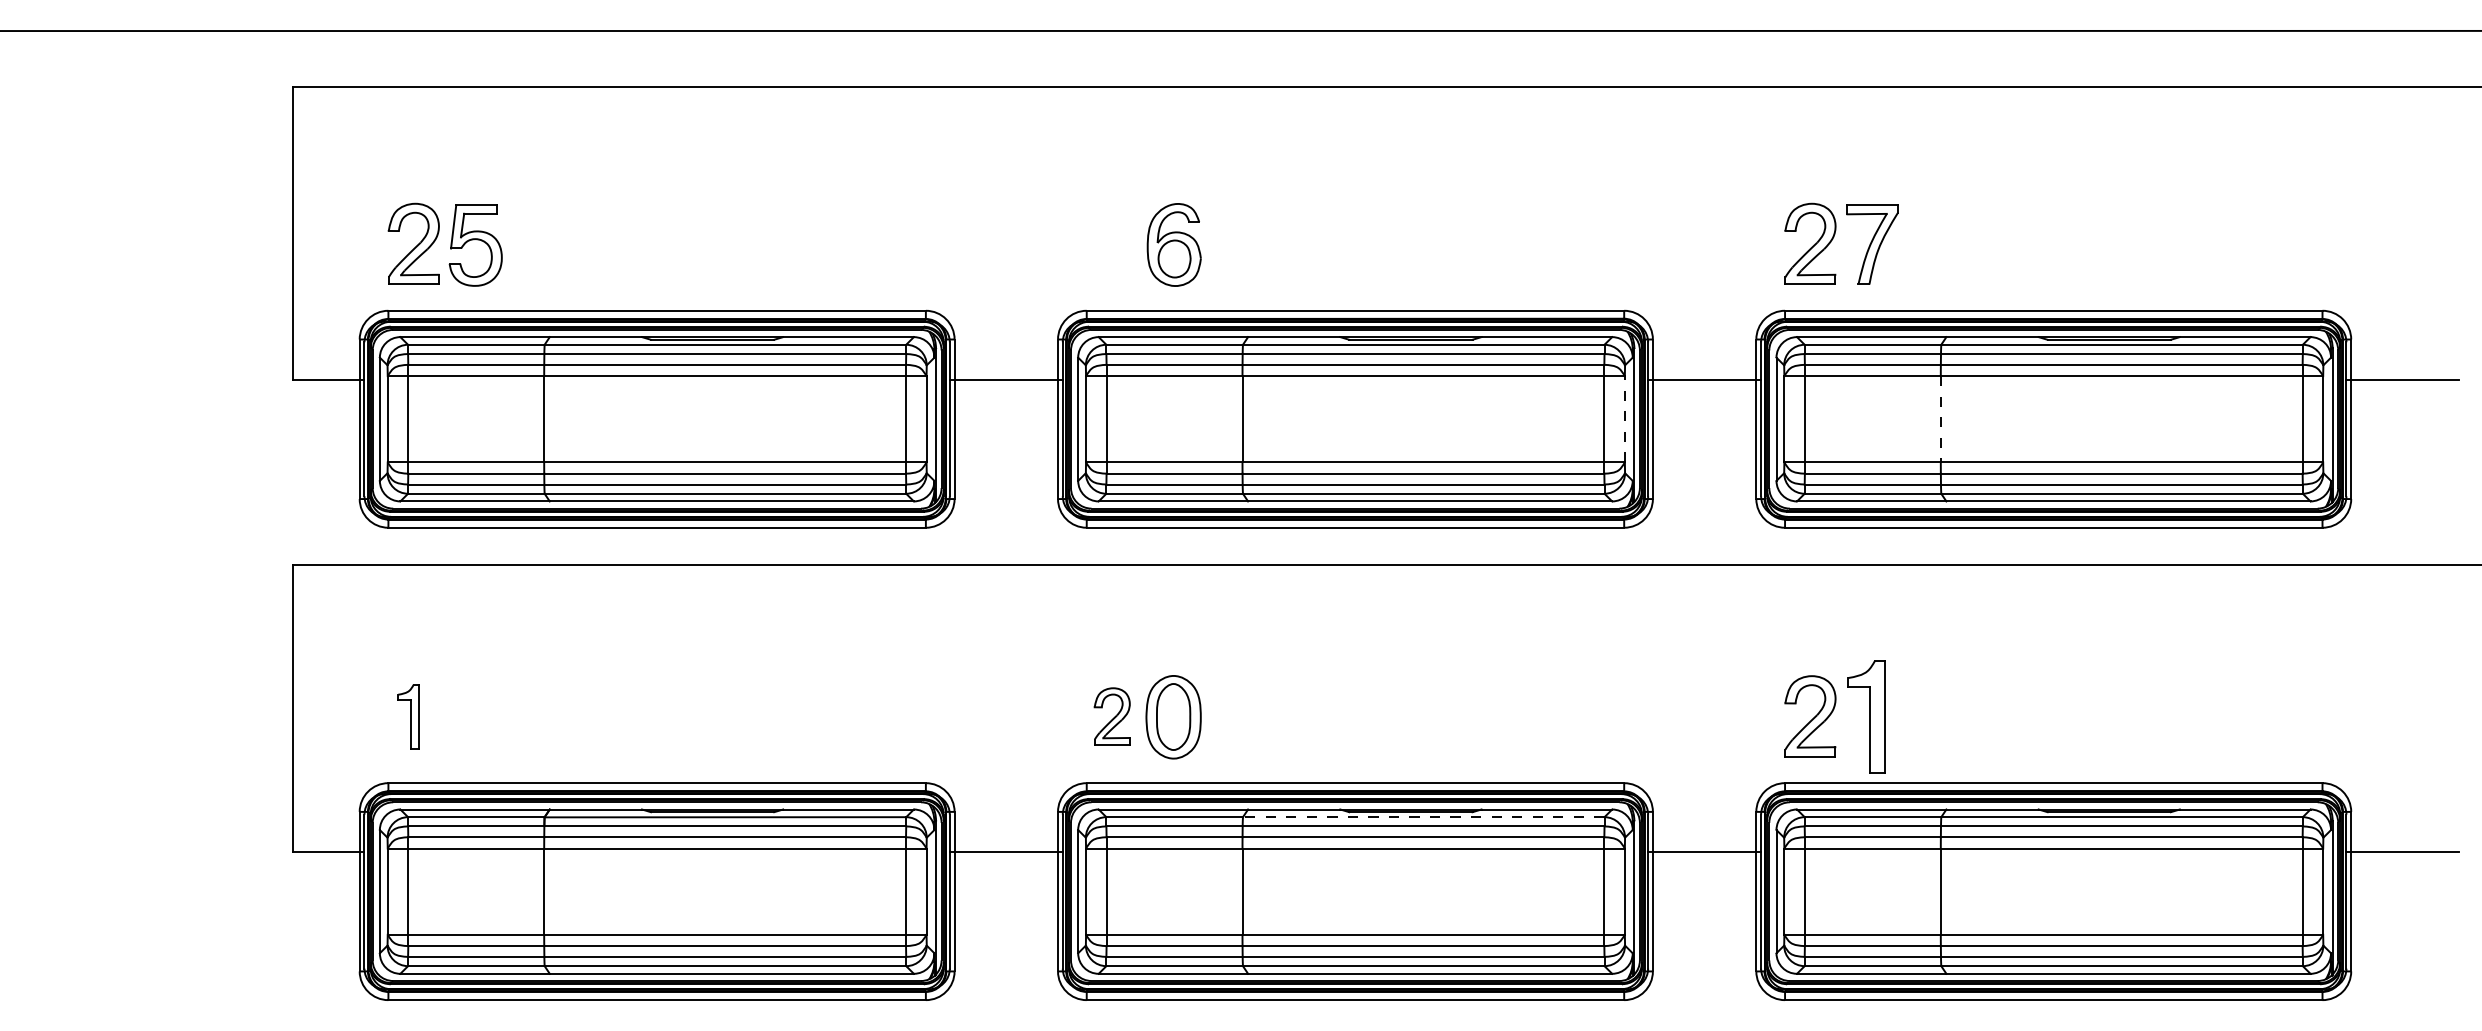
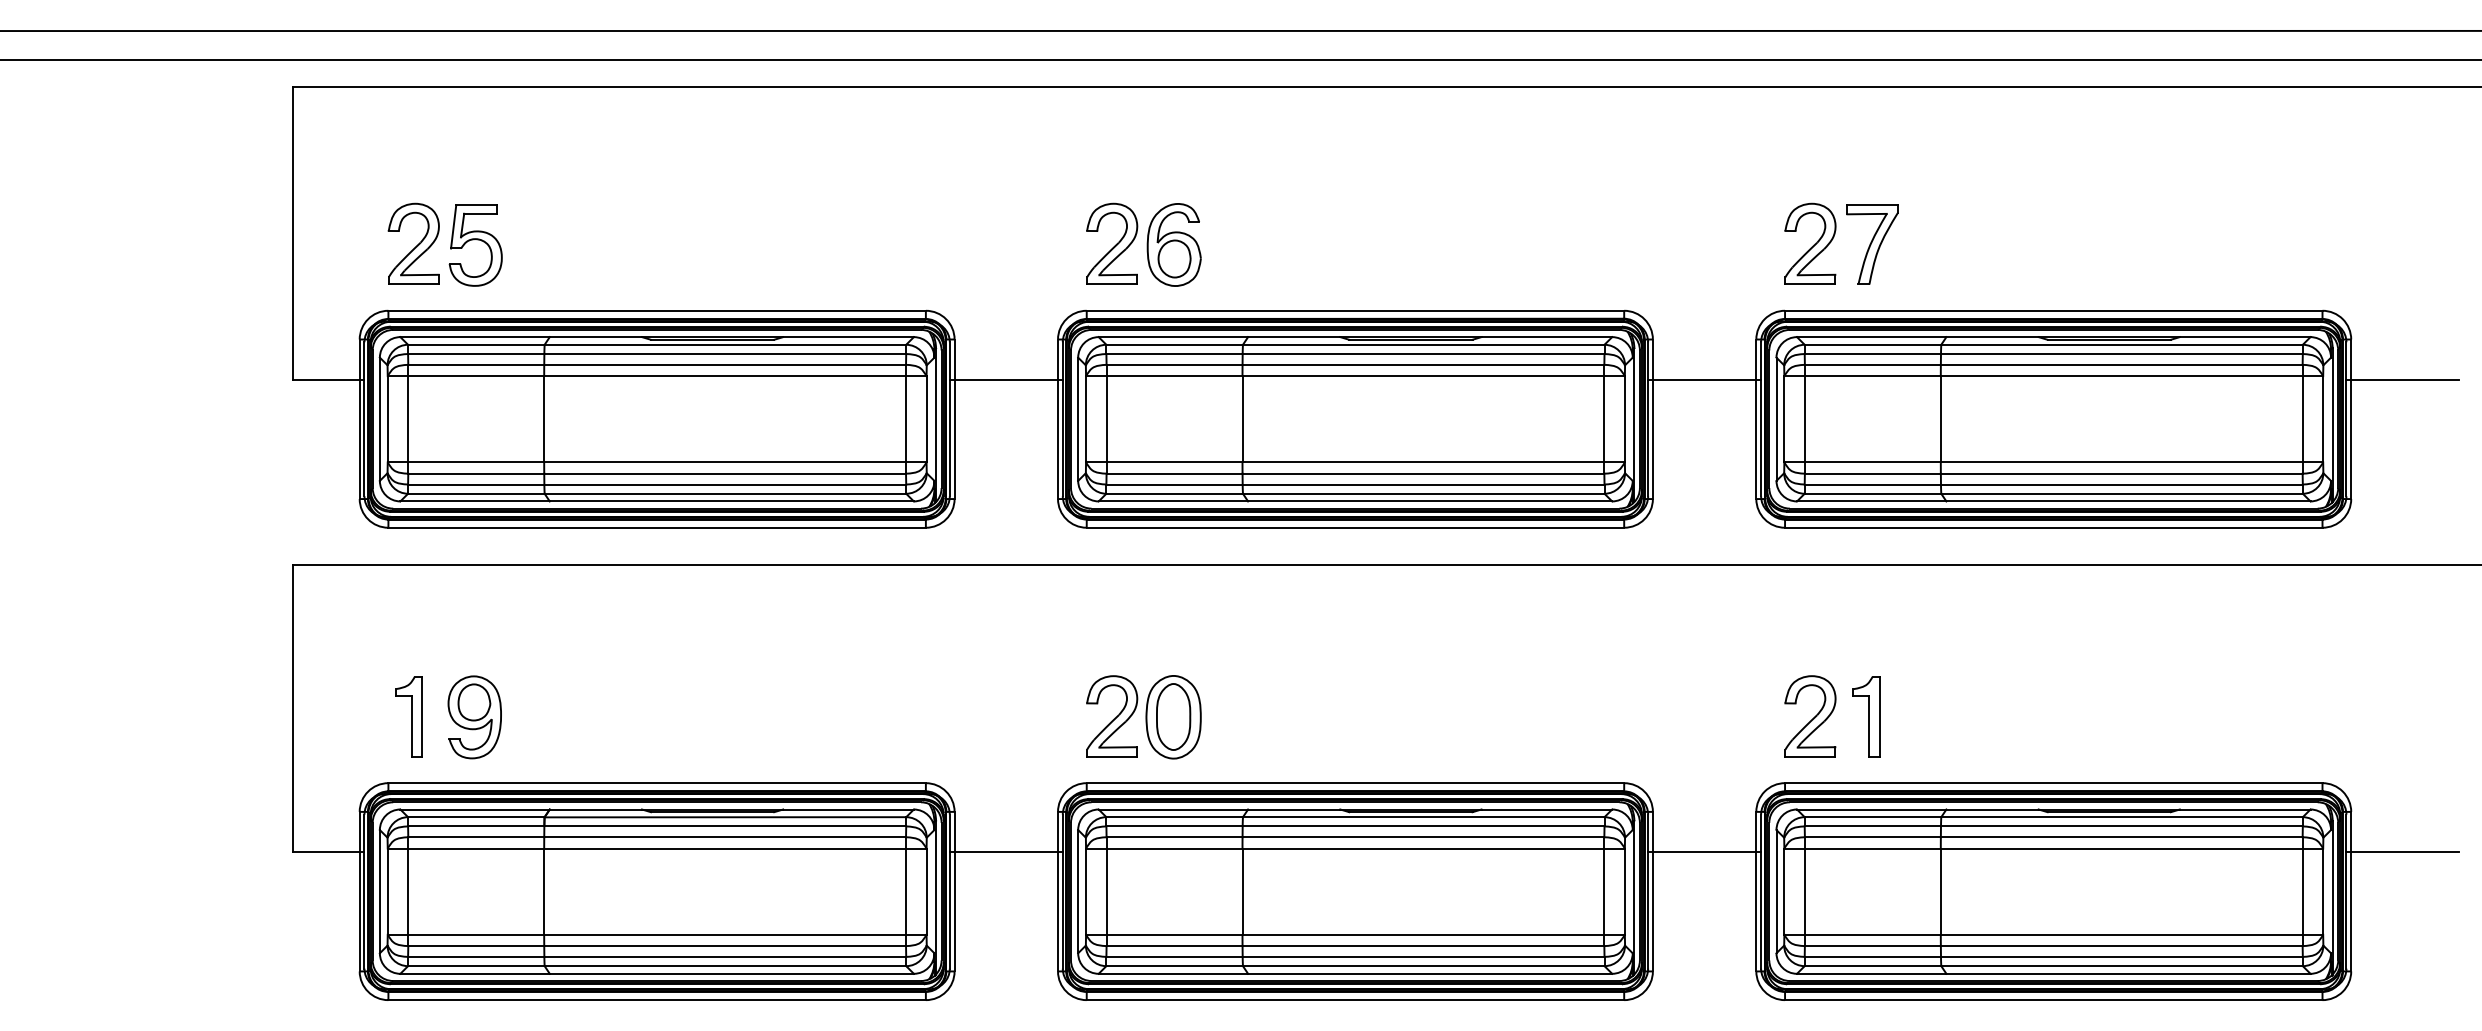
line at (1240, 59): none -> present
part at (1112, 243): none -> present
line at (1624, 418): dashed -> solid
line at (1940, 419): dashed -> solid
part at (408, 716) size: 23x66 px -> 28x82 px
part at (1111, 716) size: 38x59 px -> 53x83 px
part at (1866, 716) size: 39x114 px -> 29x82 px
part at (474, 717): none -> present
line at (1423, 817): dashed -> solid
